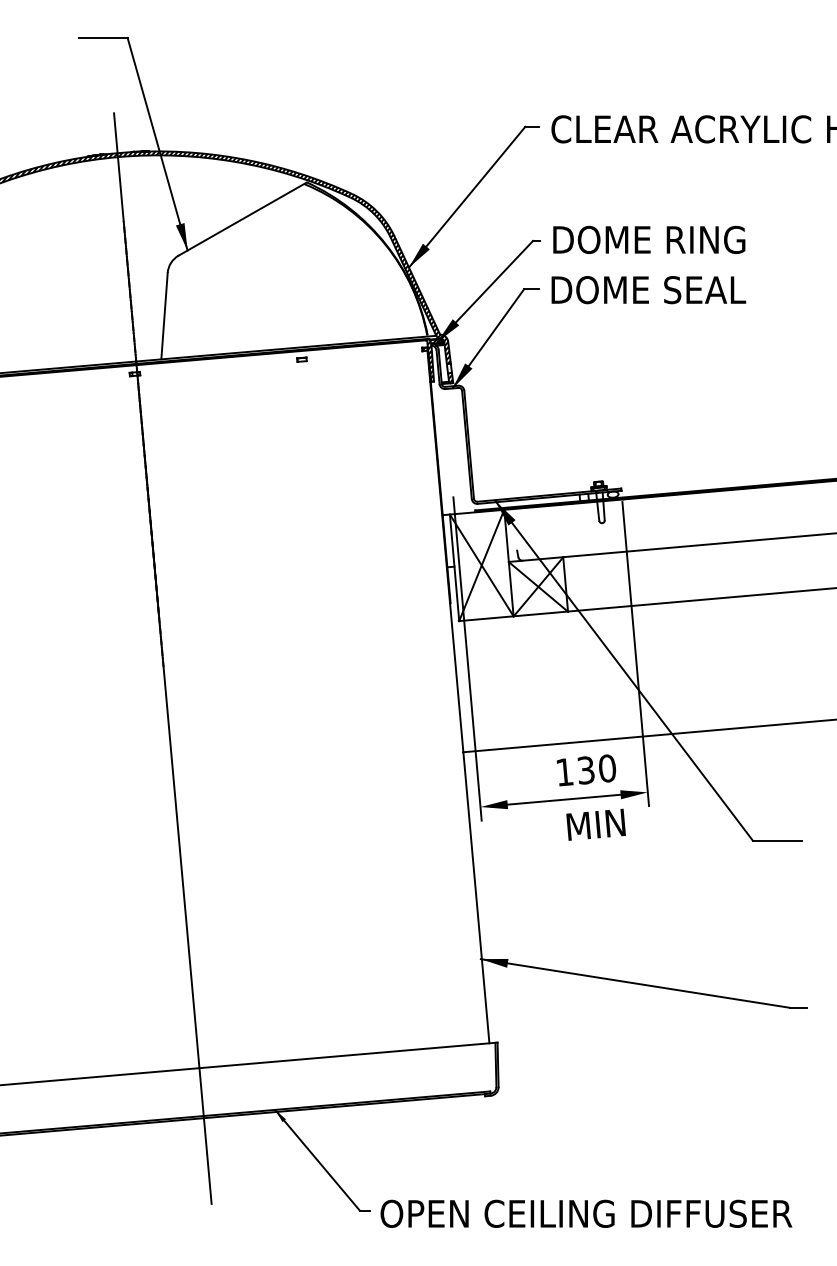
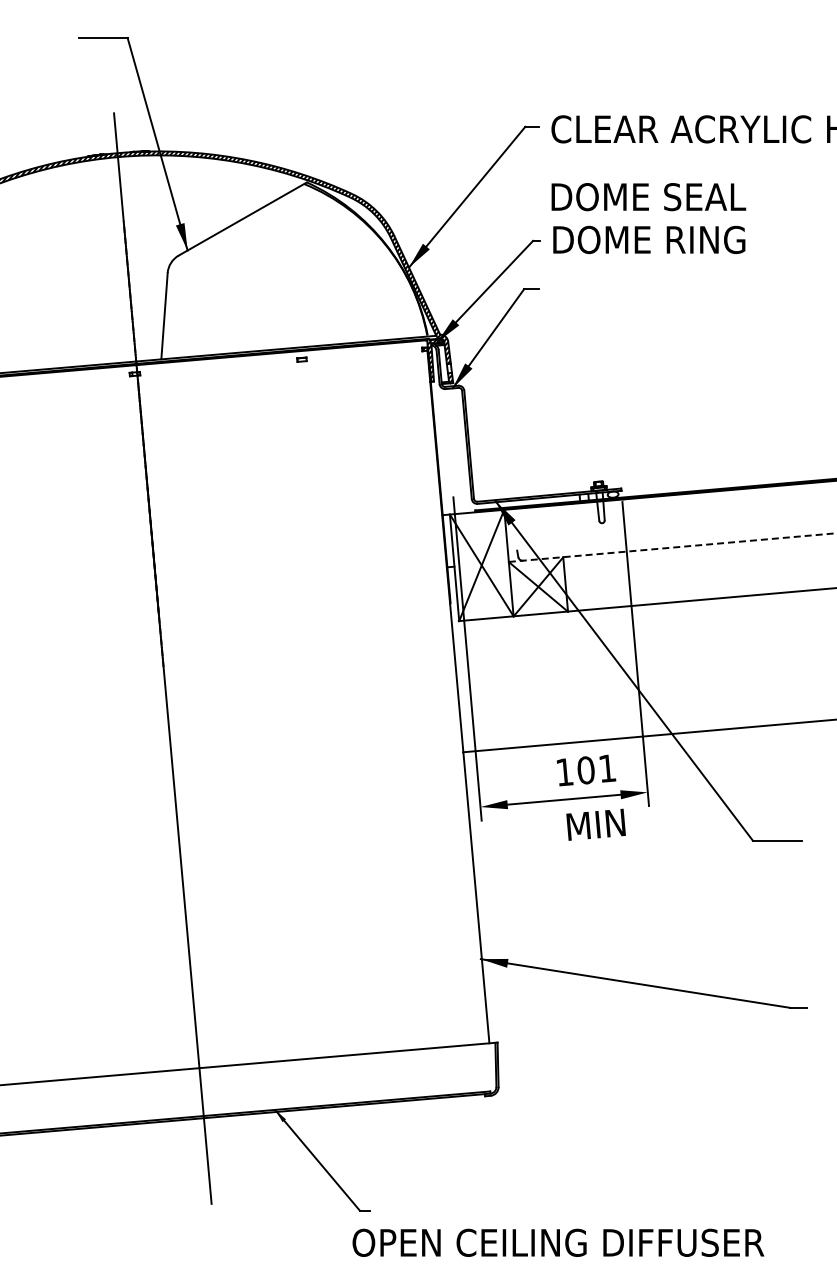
text at (648, 290) position: (648, 290) -> (648, 197)
line at (673, 547): solid -> dashed
text at (596, 769): 130 -> 101
text at (586, 1213) position: (586, 1213) -> (558, 1242)
